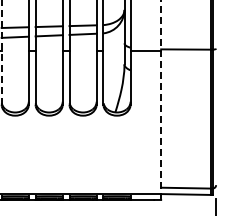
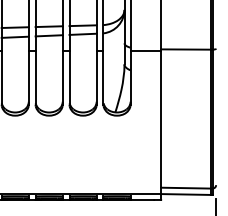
line at (1, 51): dashed -> solid
line at (161, 100): dashed -> solid
